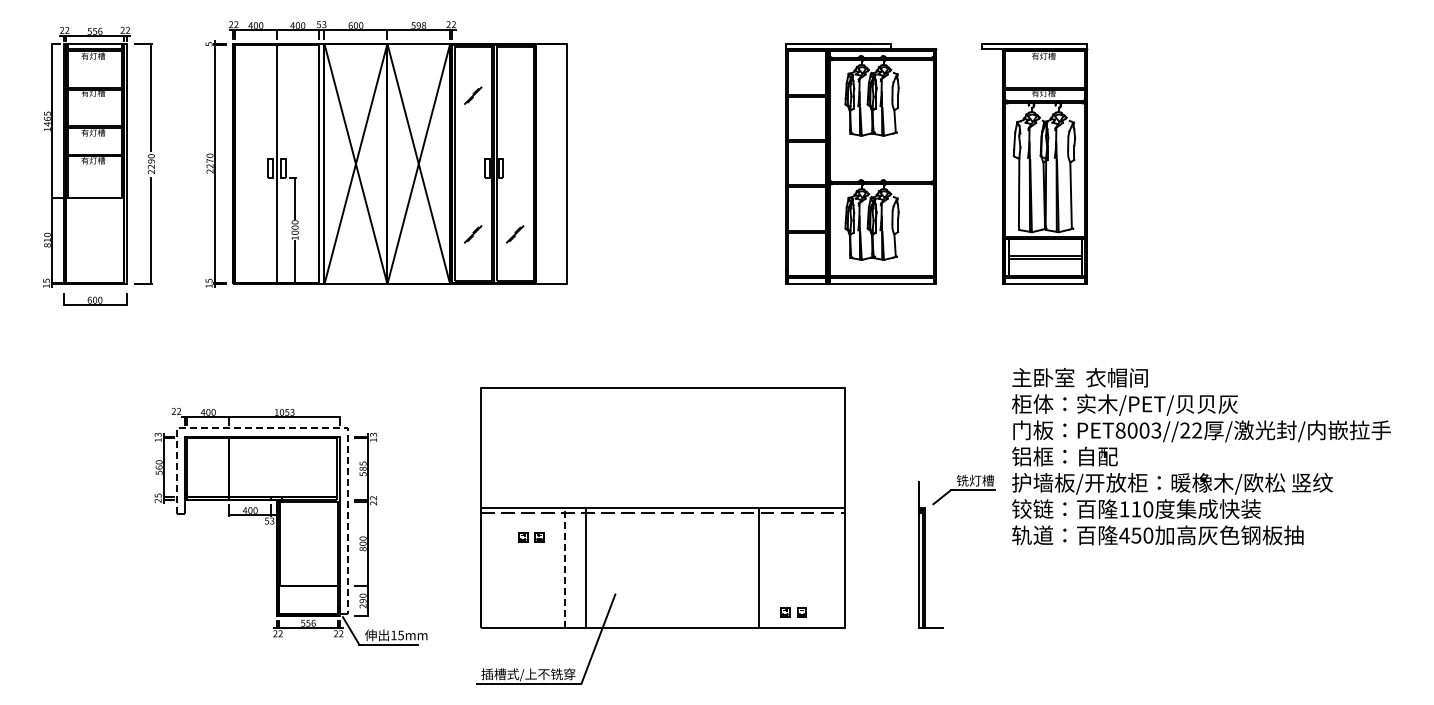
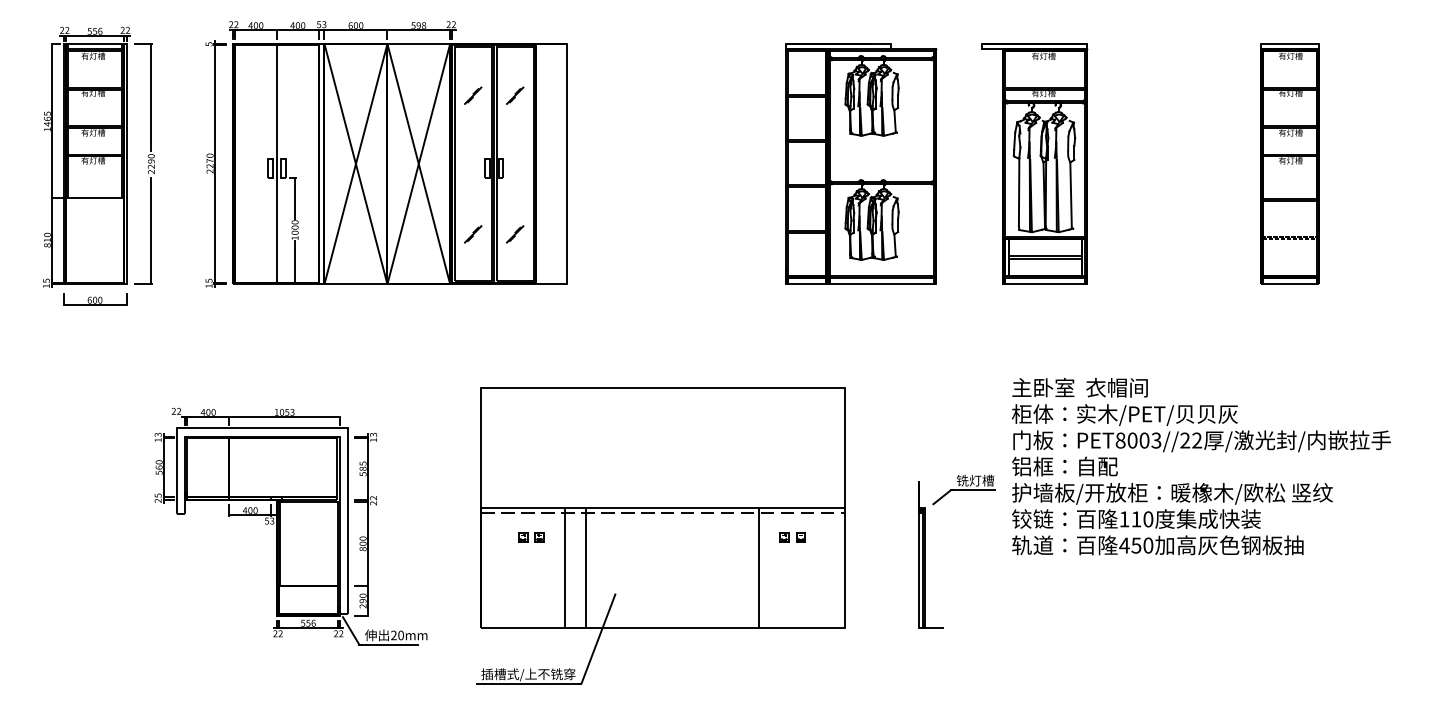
line at (515, 95): none -> present
part at (1289, 163): none -> present
line at (312, 428): dashed -> solid
text at (1201, 456) position: (1201, 456) -> (1201, 466)
line at (565, 567): dashed -> solid
part at (793, 612) position: (793, 612) -> (792, 537)
text at (397, 635): 15mm -> 20mm
